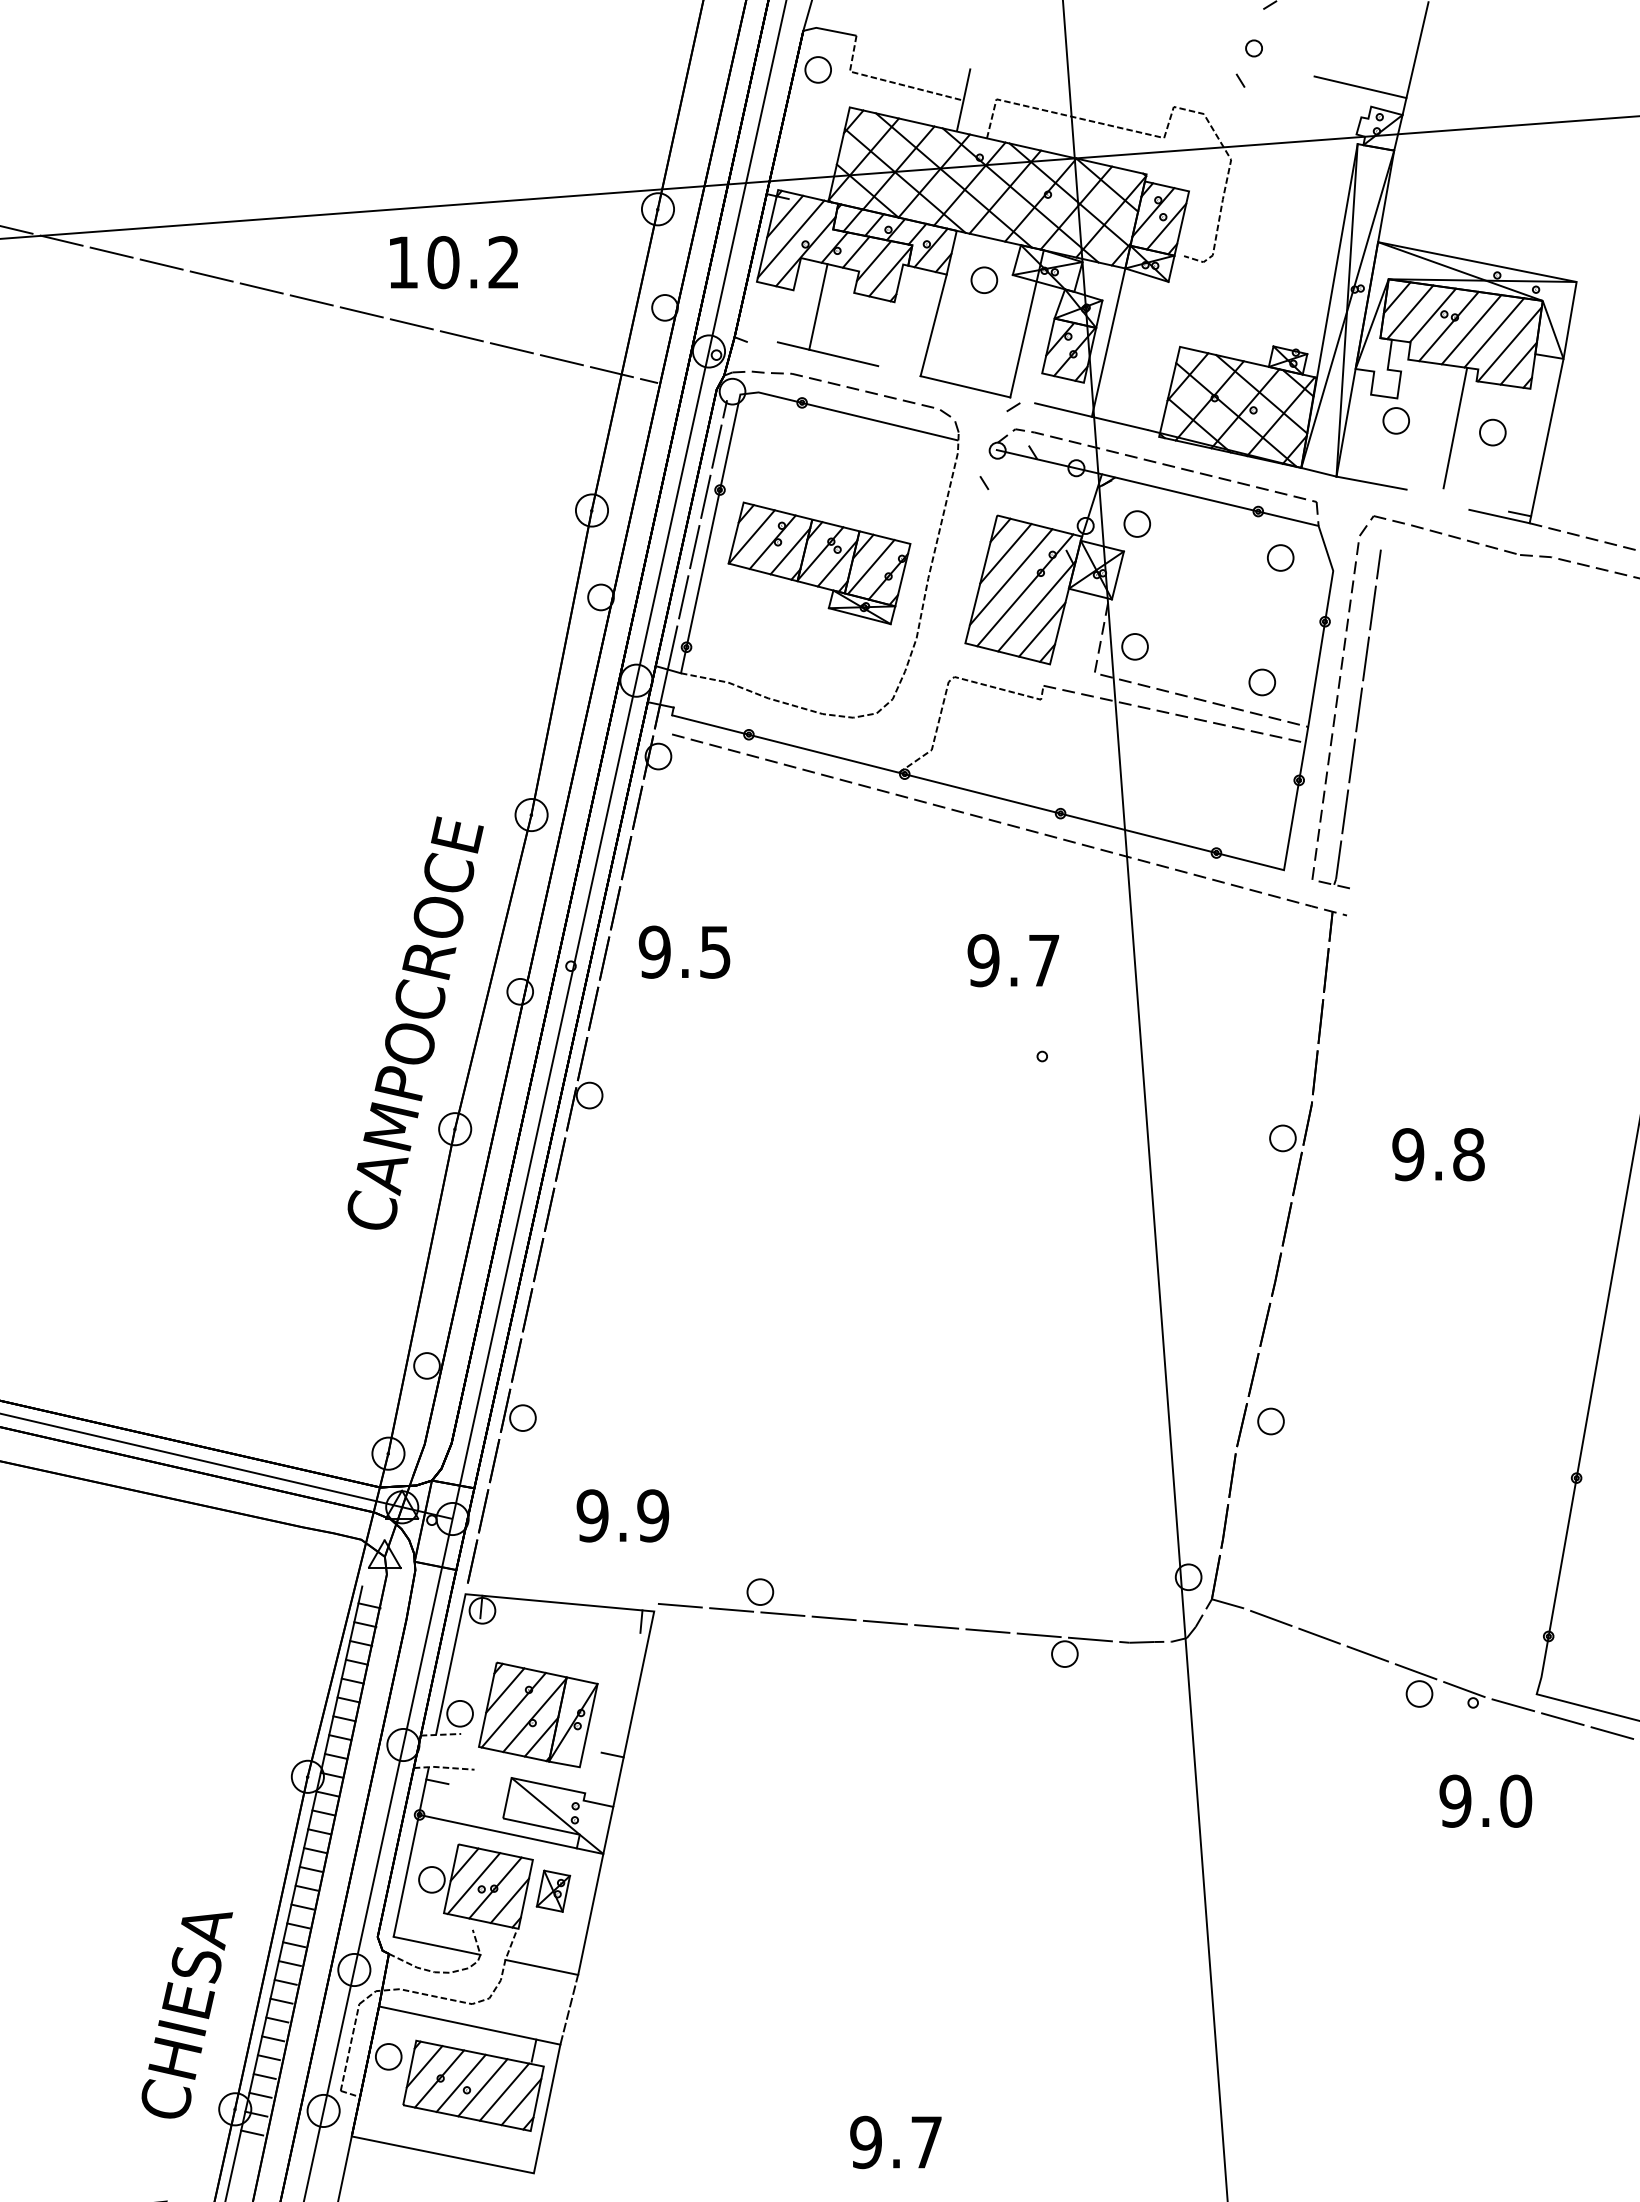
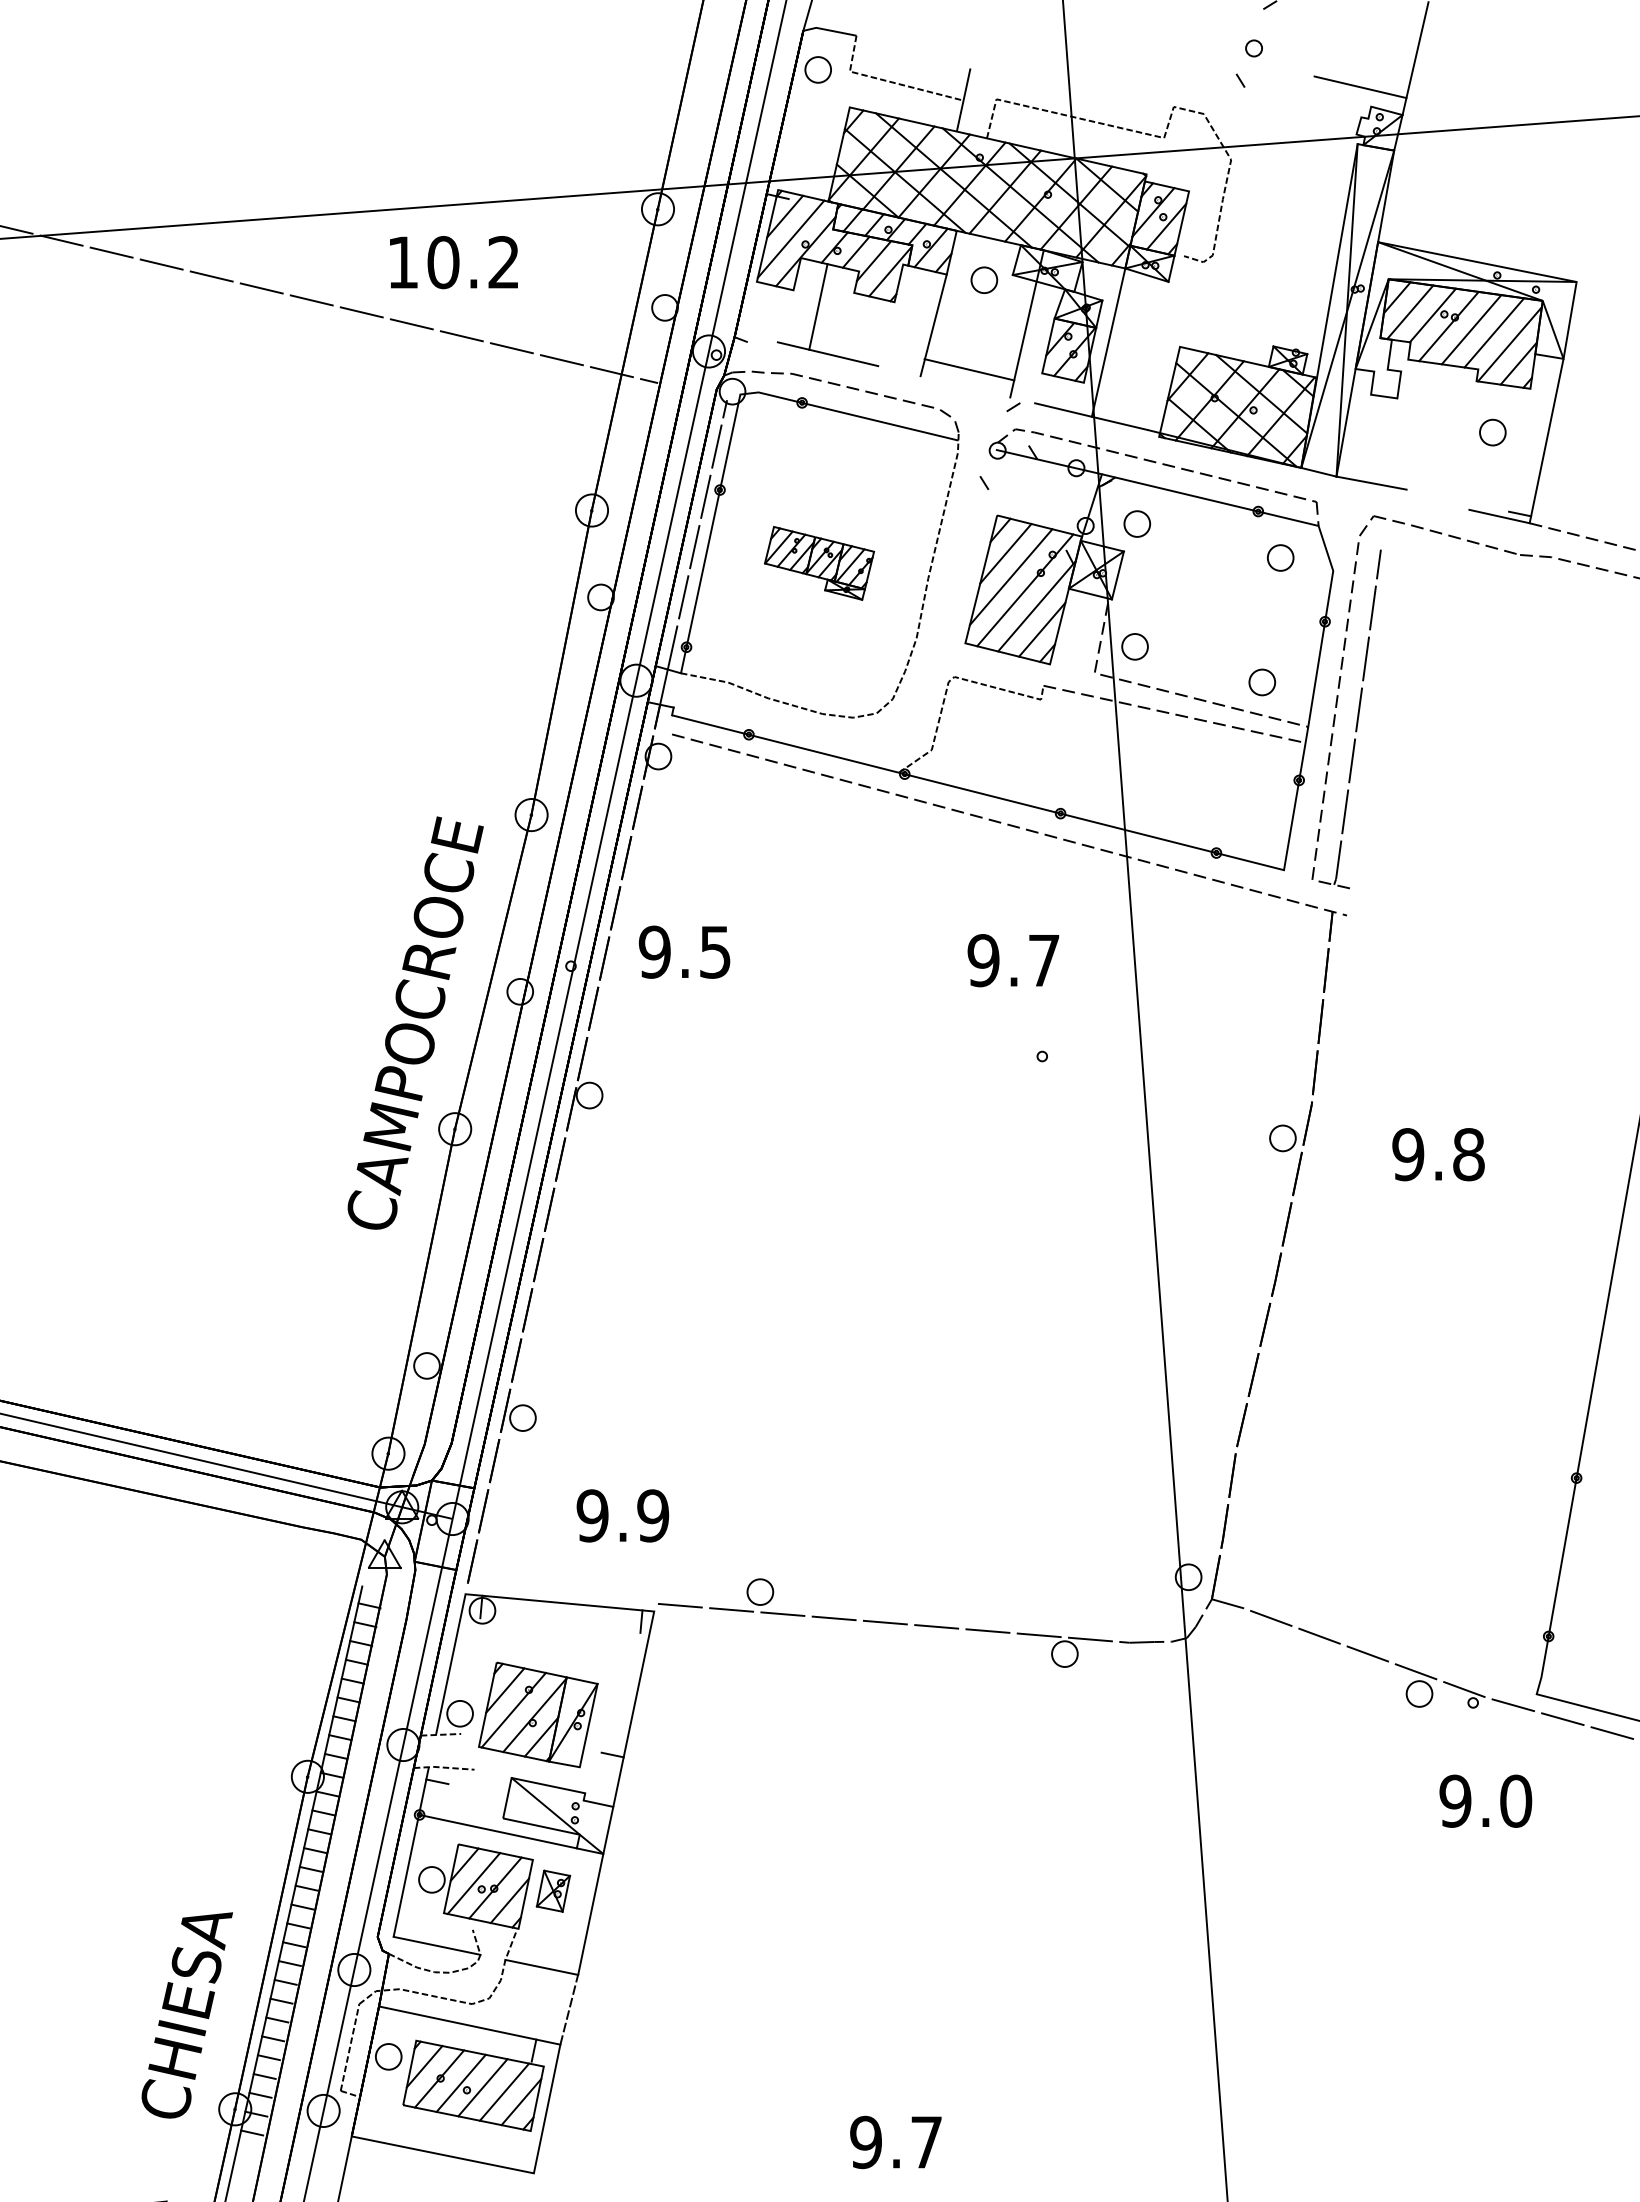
line at (965, 386) position: (965, 386) -> (969, 369)
part at (1395, 420): present -> none
line at (1455, 427): present -> none
part at (819, 563) size: 185x125 px -> 112x75 px
part at (1270, 1421): present -> none
